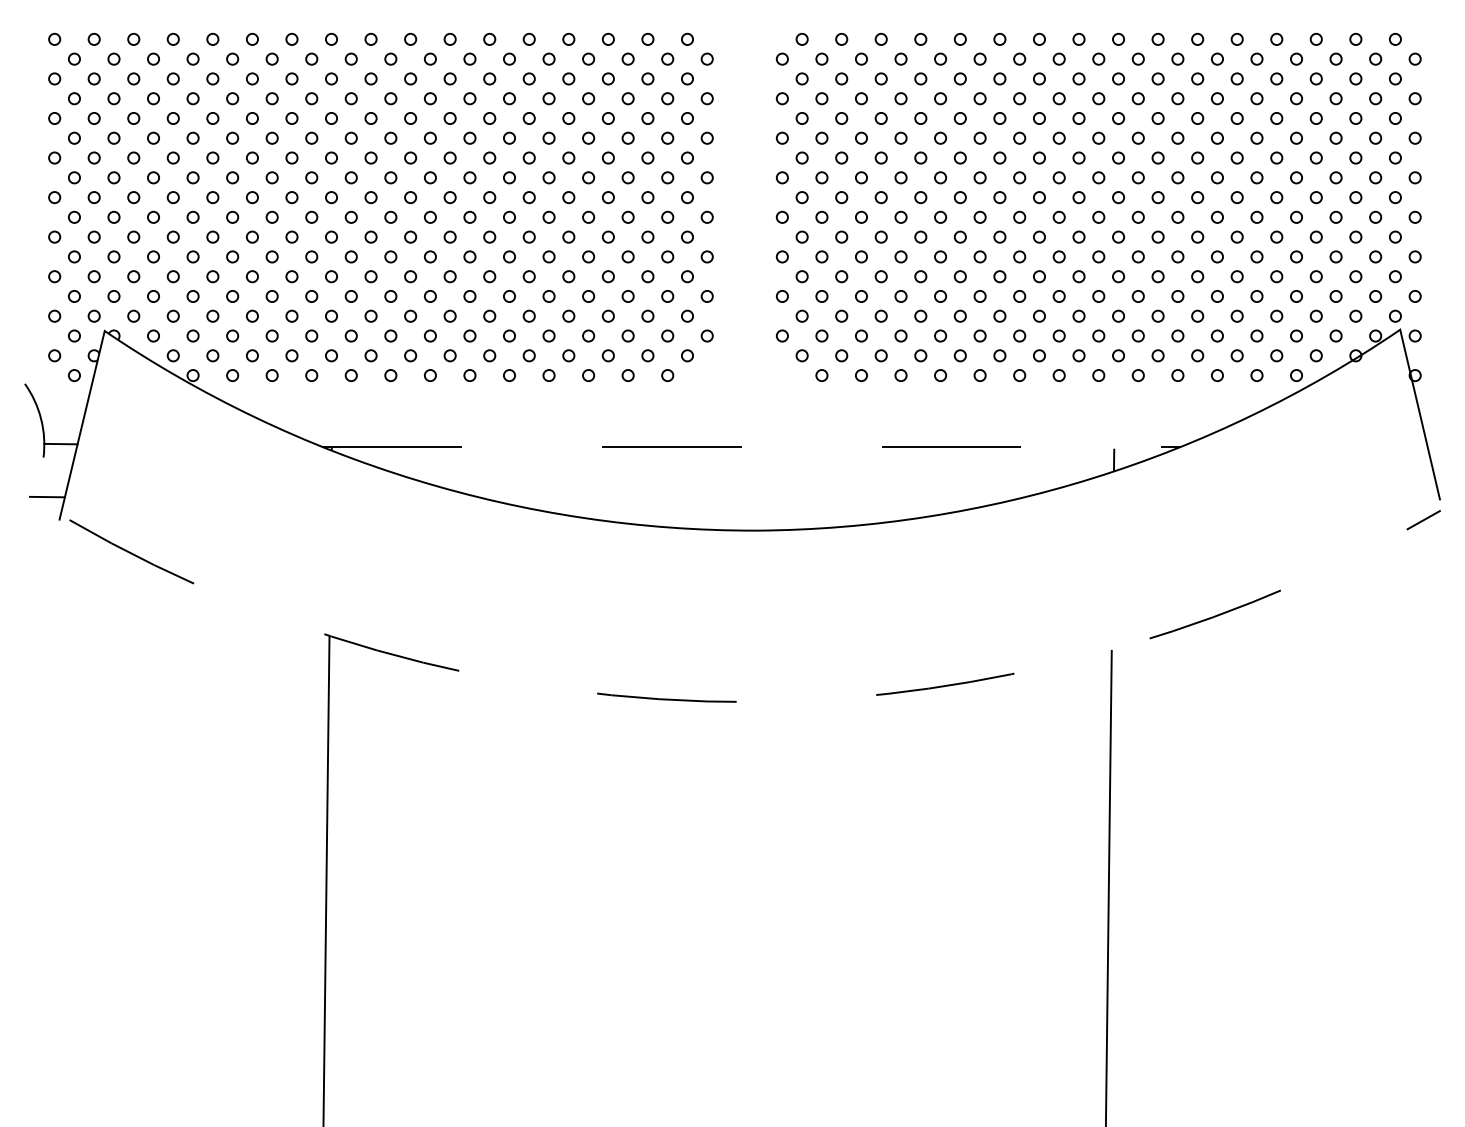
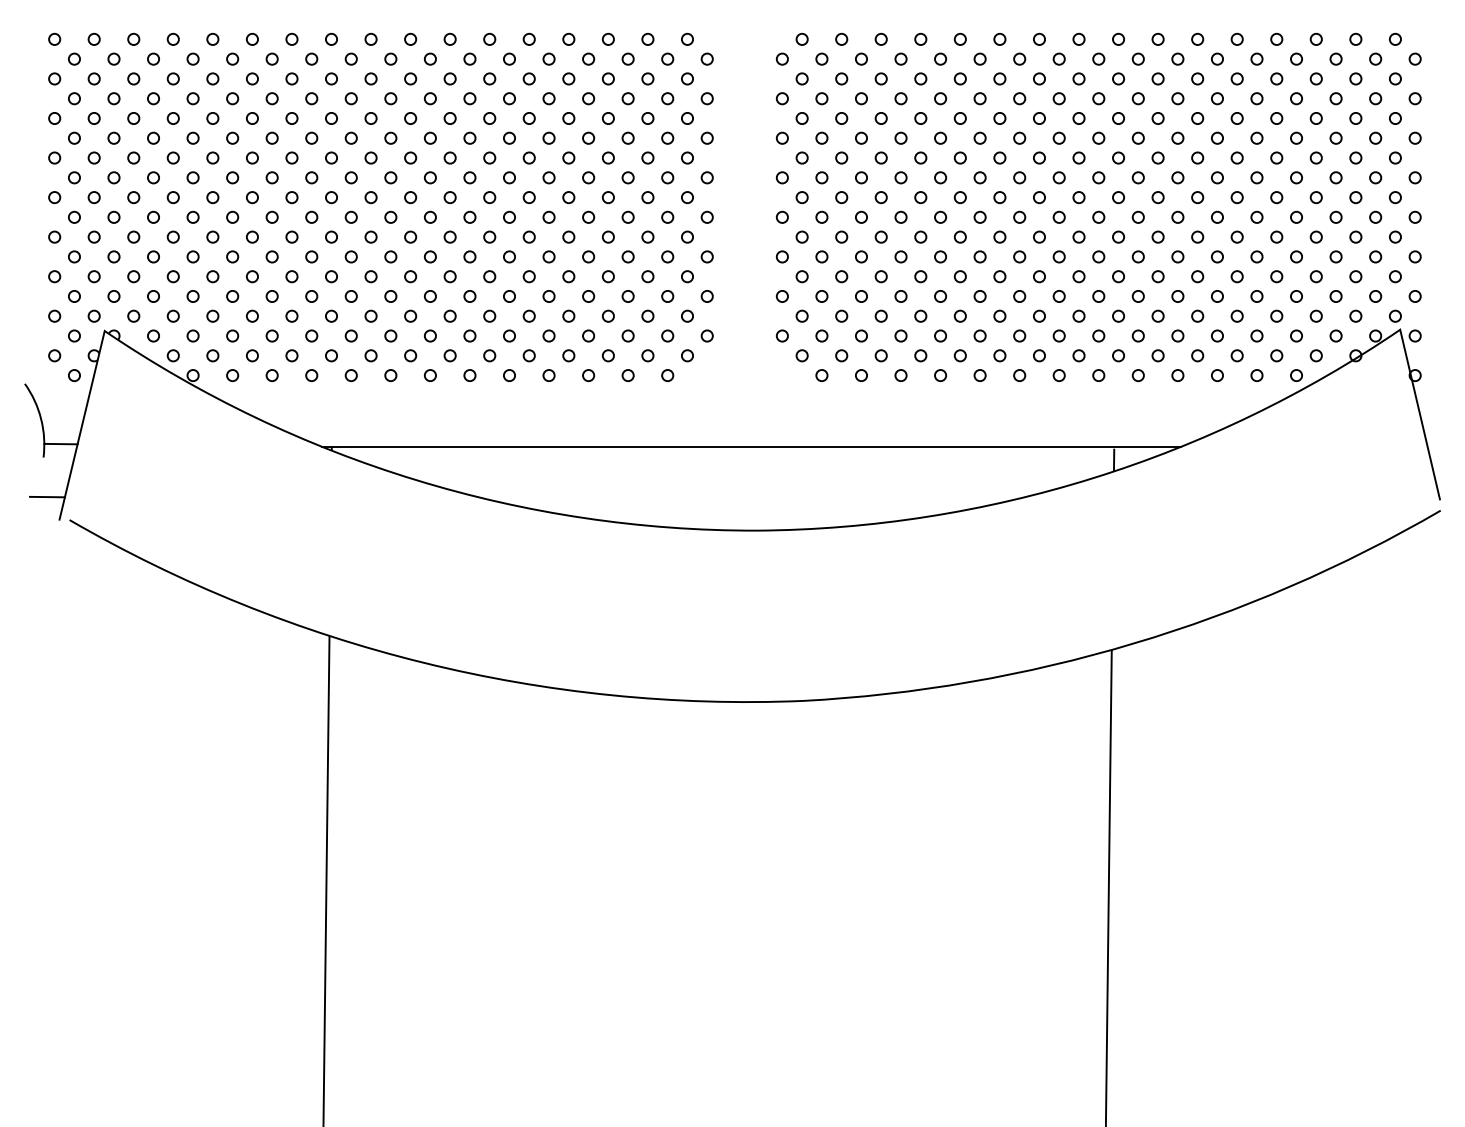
line at (752, 446): dashed -> solid
line at (757, 701): dashed -> solid
